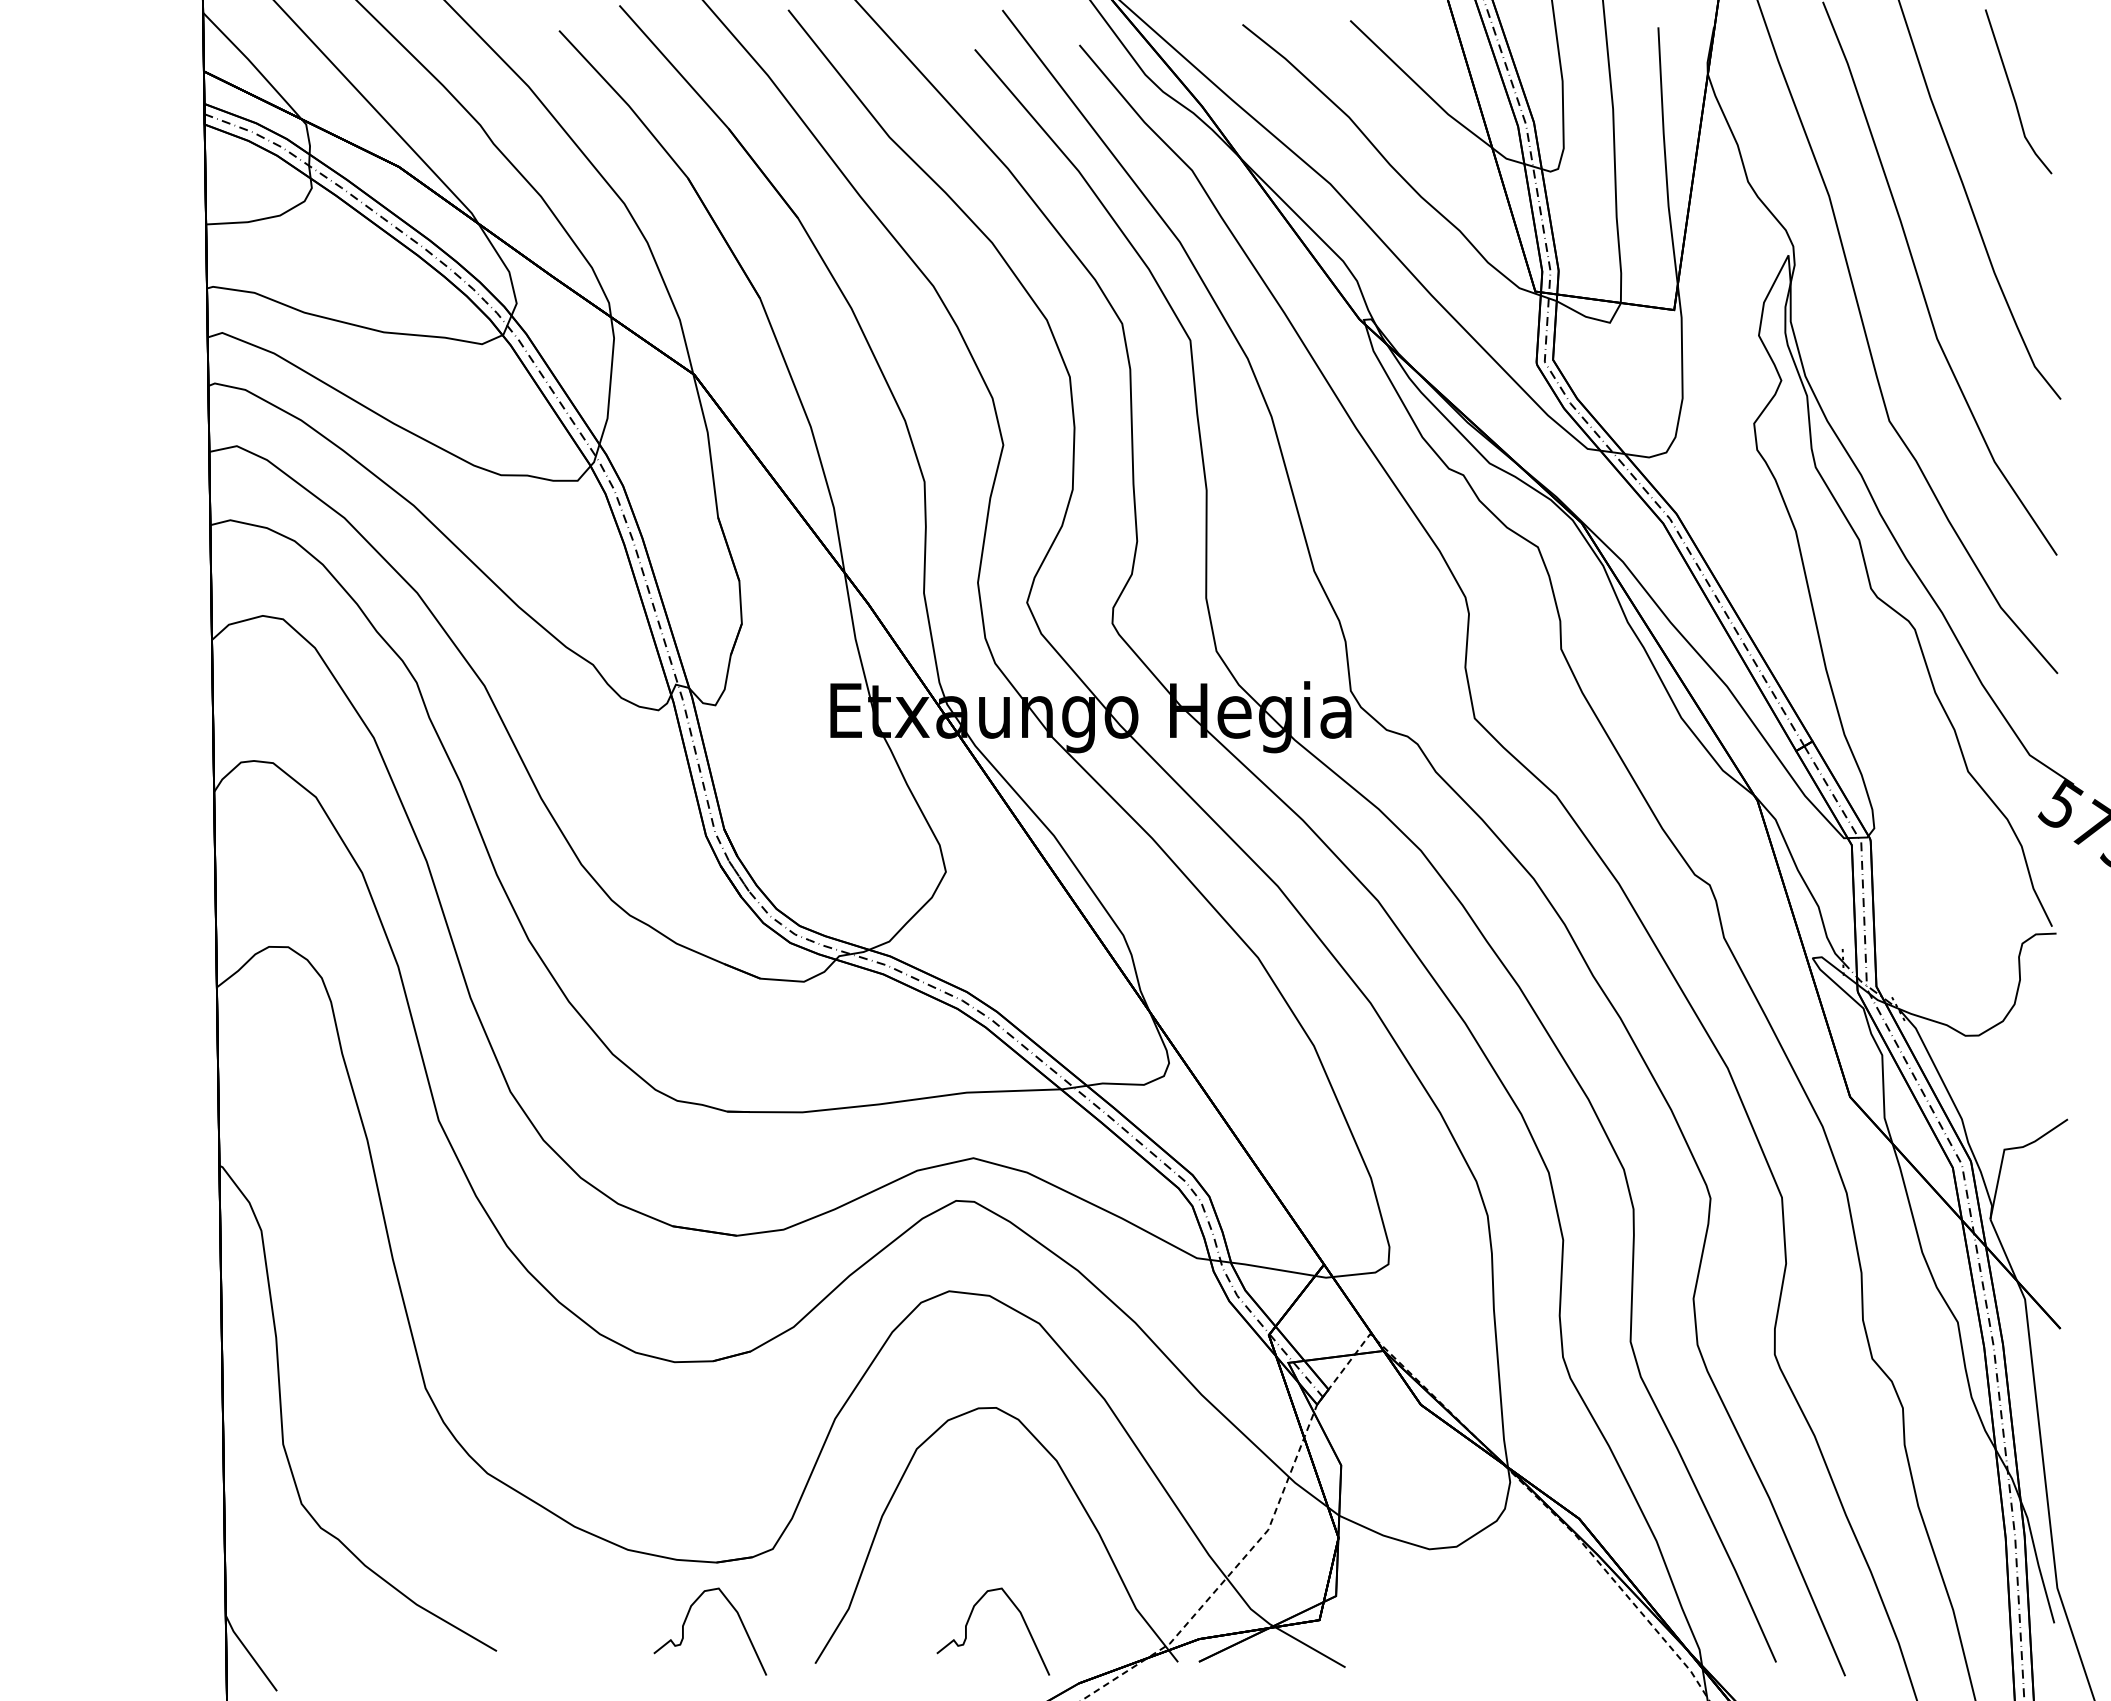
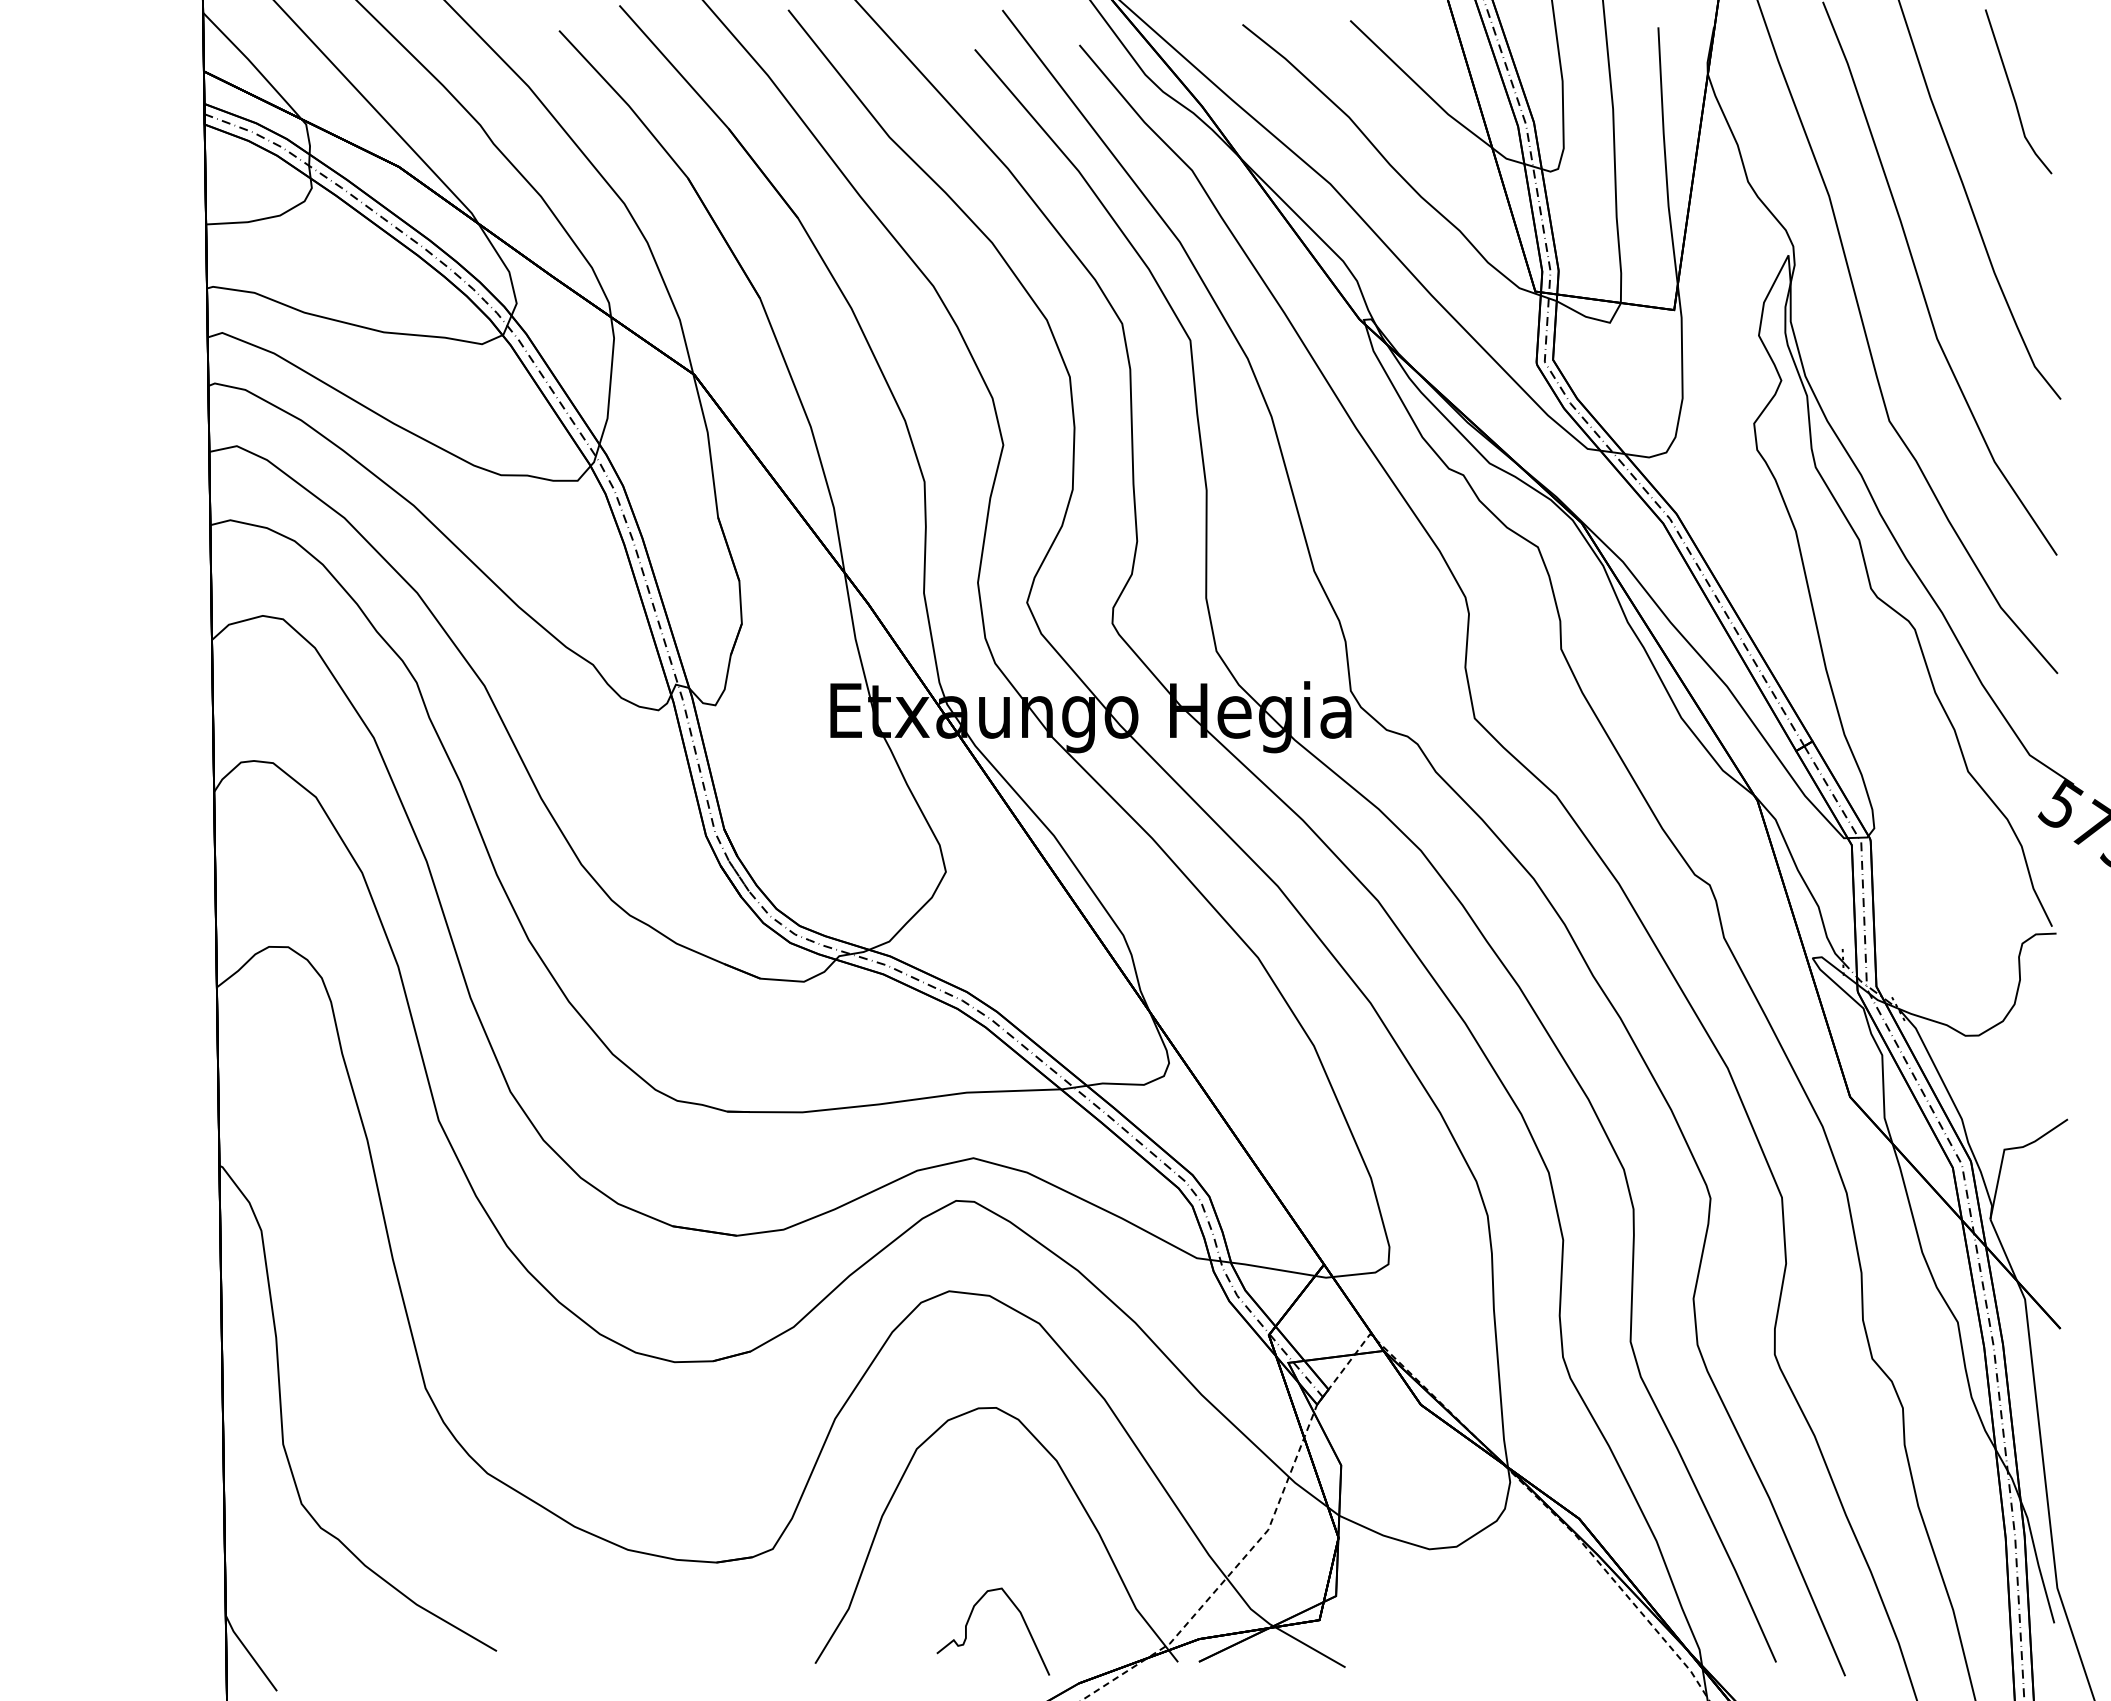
curve at (686, 1620): present -> none
